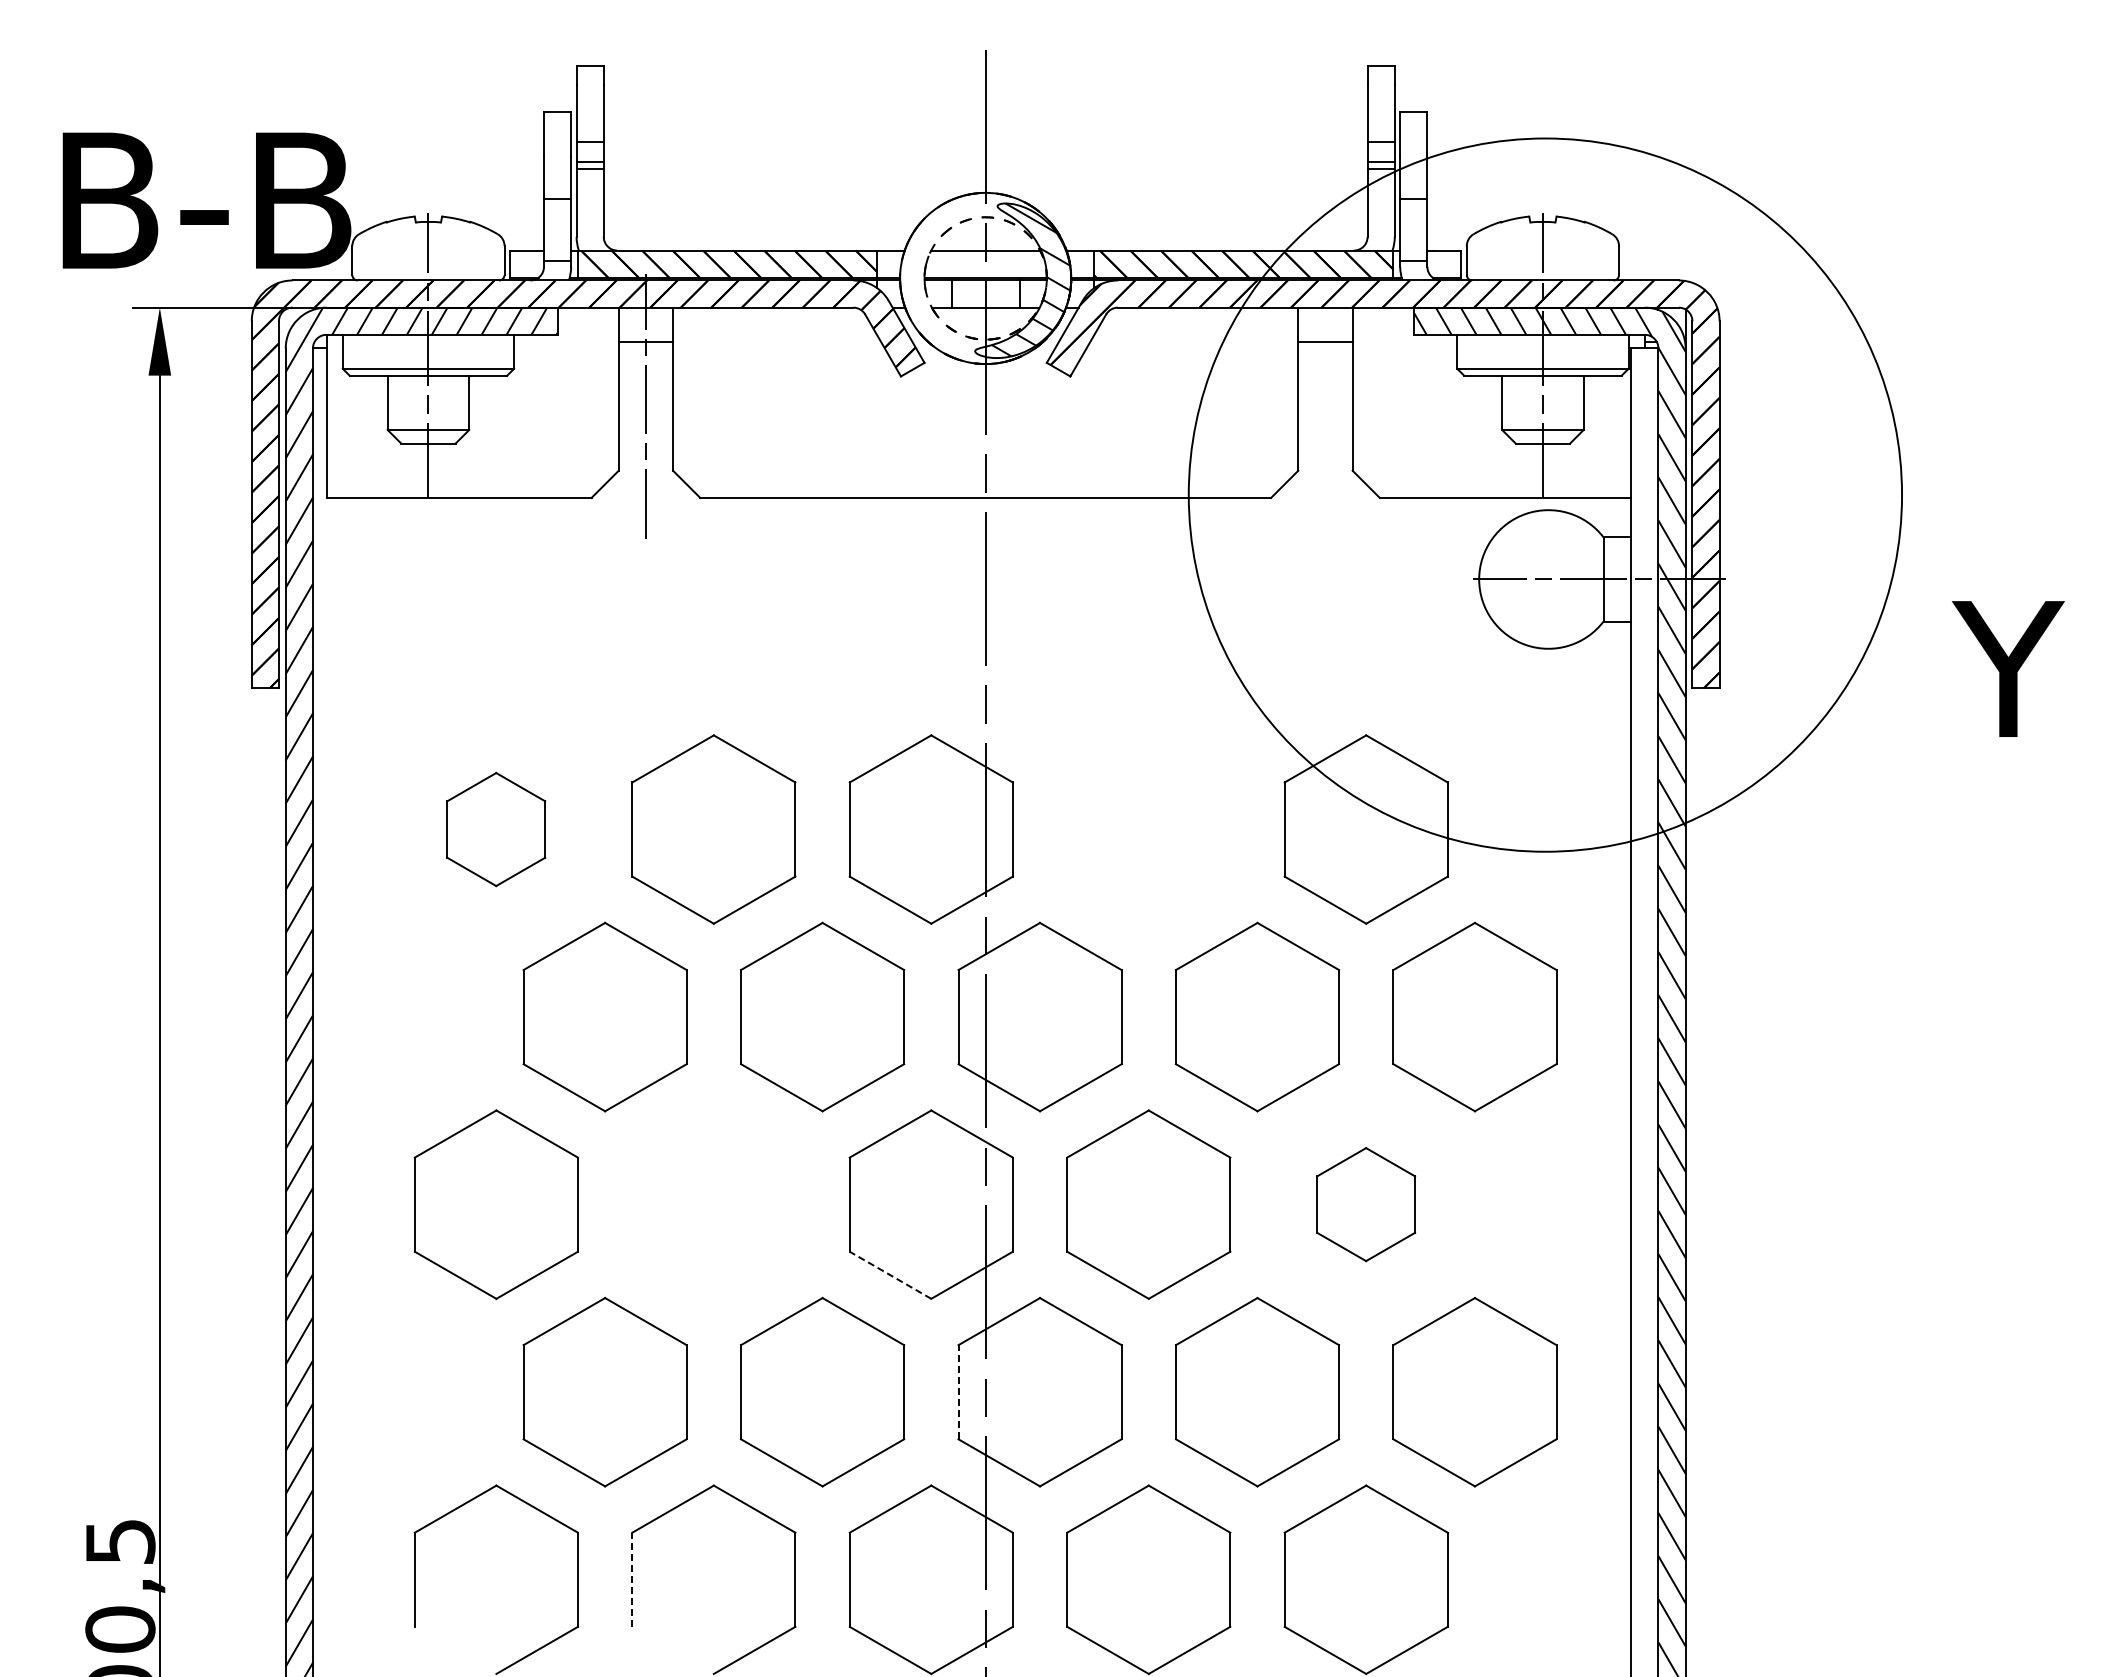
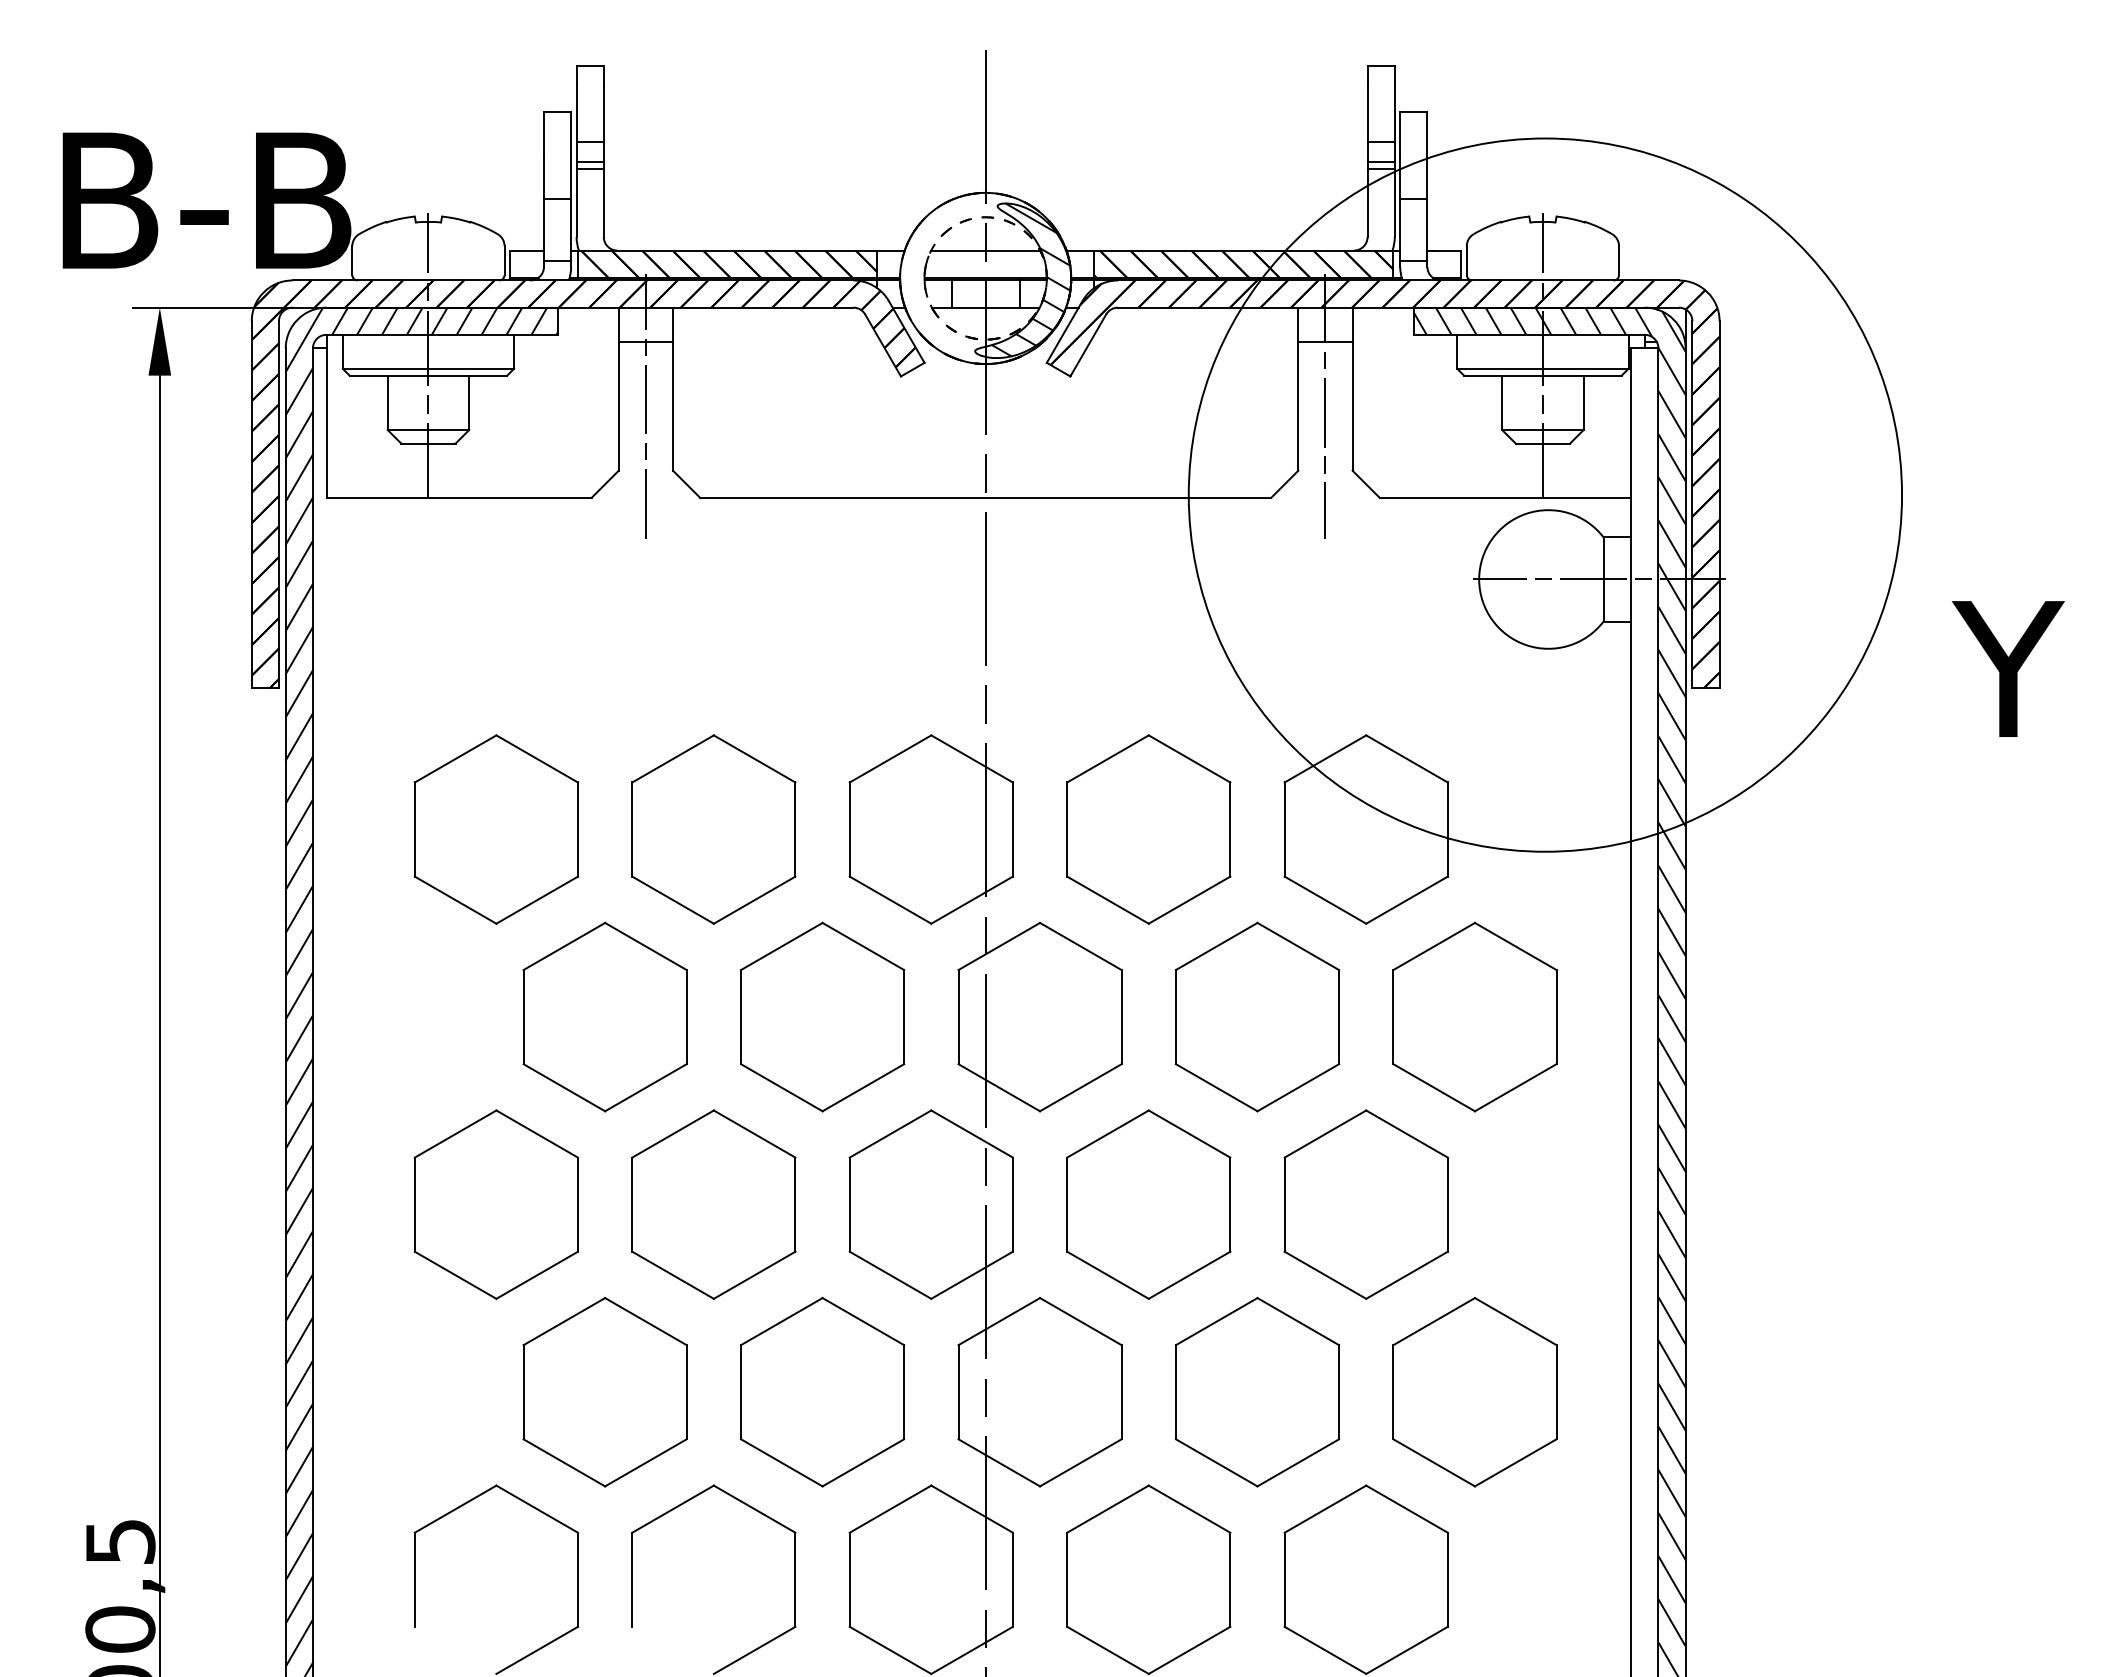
line at (1325, 405): none -> present
part at (496, 829) size: 101x117 px -> 166x191 px
part at (1148, 829): none -> present
part at (713, 1204): none -> present
part at (1366, 1204) size: 101x116 px -> 166x191 px
line at (890, 1275): dashed -> solid
line at (958, 1391): dashed -> solid
line at (632, 1579): dashed -> solid
